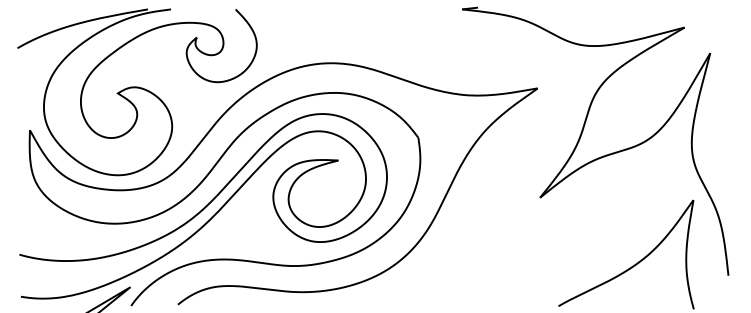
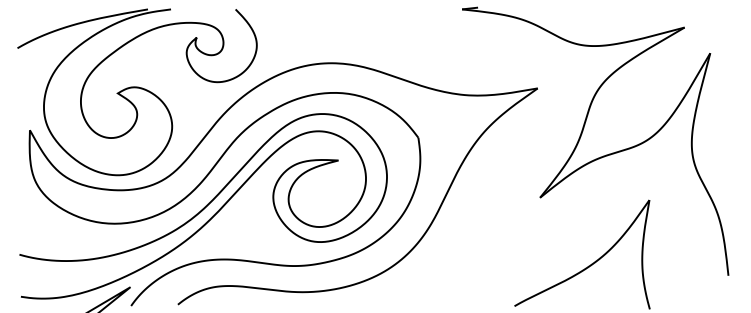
part at (632, 265) position: (632, 265) -> (588, 265)
